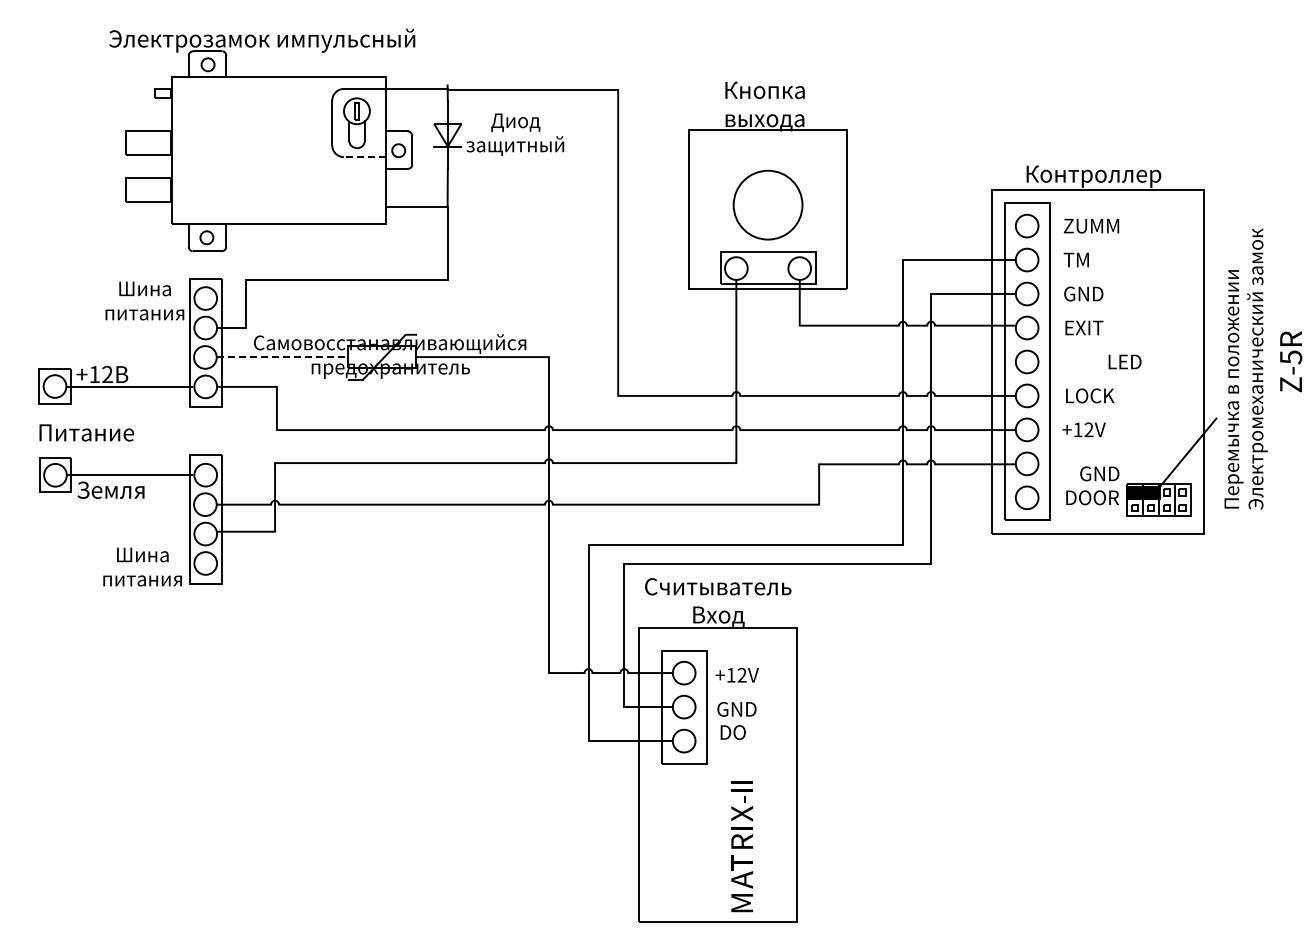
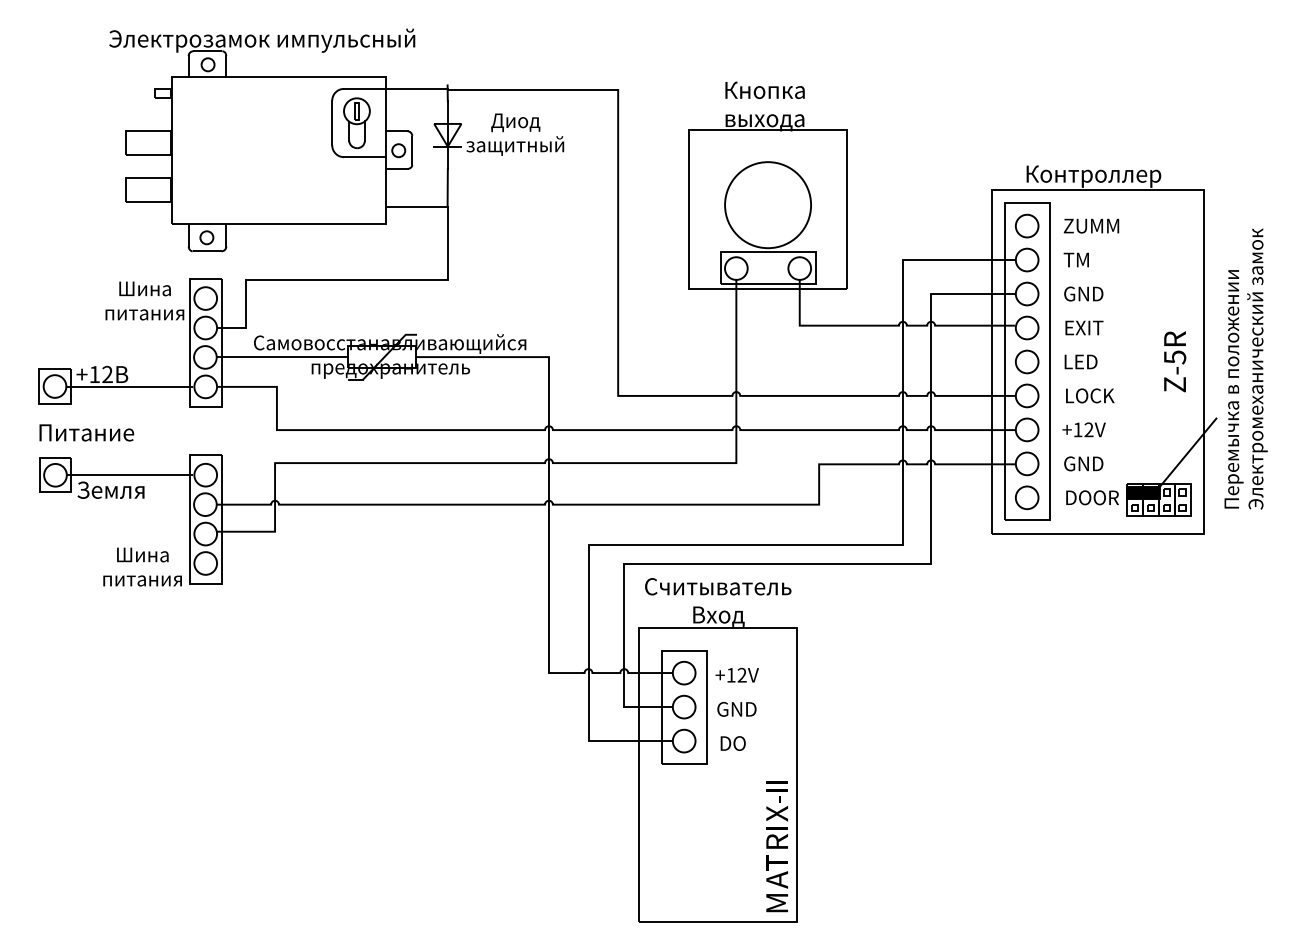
line at (364, 157): dashed -> solid
circle at (767, 204) diameter: 69 px -> 86 px
line at (283, 357): dashed -> solid
text at (1124, 361) position: (1124, 361) -> (1080, 361)
text at (1291, 361) position: (1291, 361) -> (1175, 361)
text at (1099, 473) position: (1099, 473) -> (1083, 463)
text at (732, 732) position: (732, 732) -> (732, 743)
text at (741, 846) position: (741, 846) -> (776, 846)
